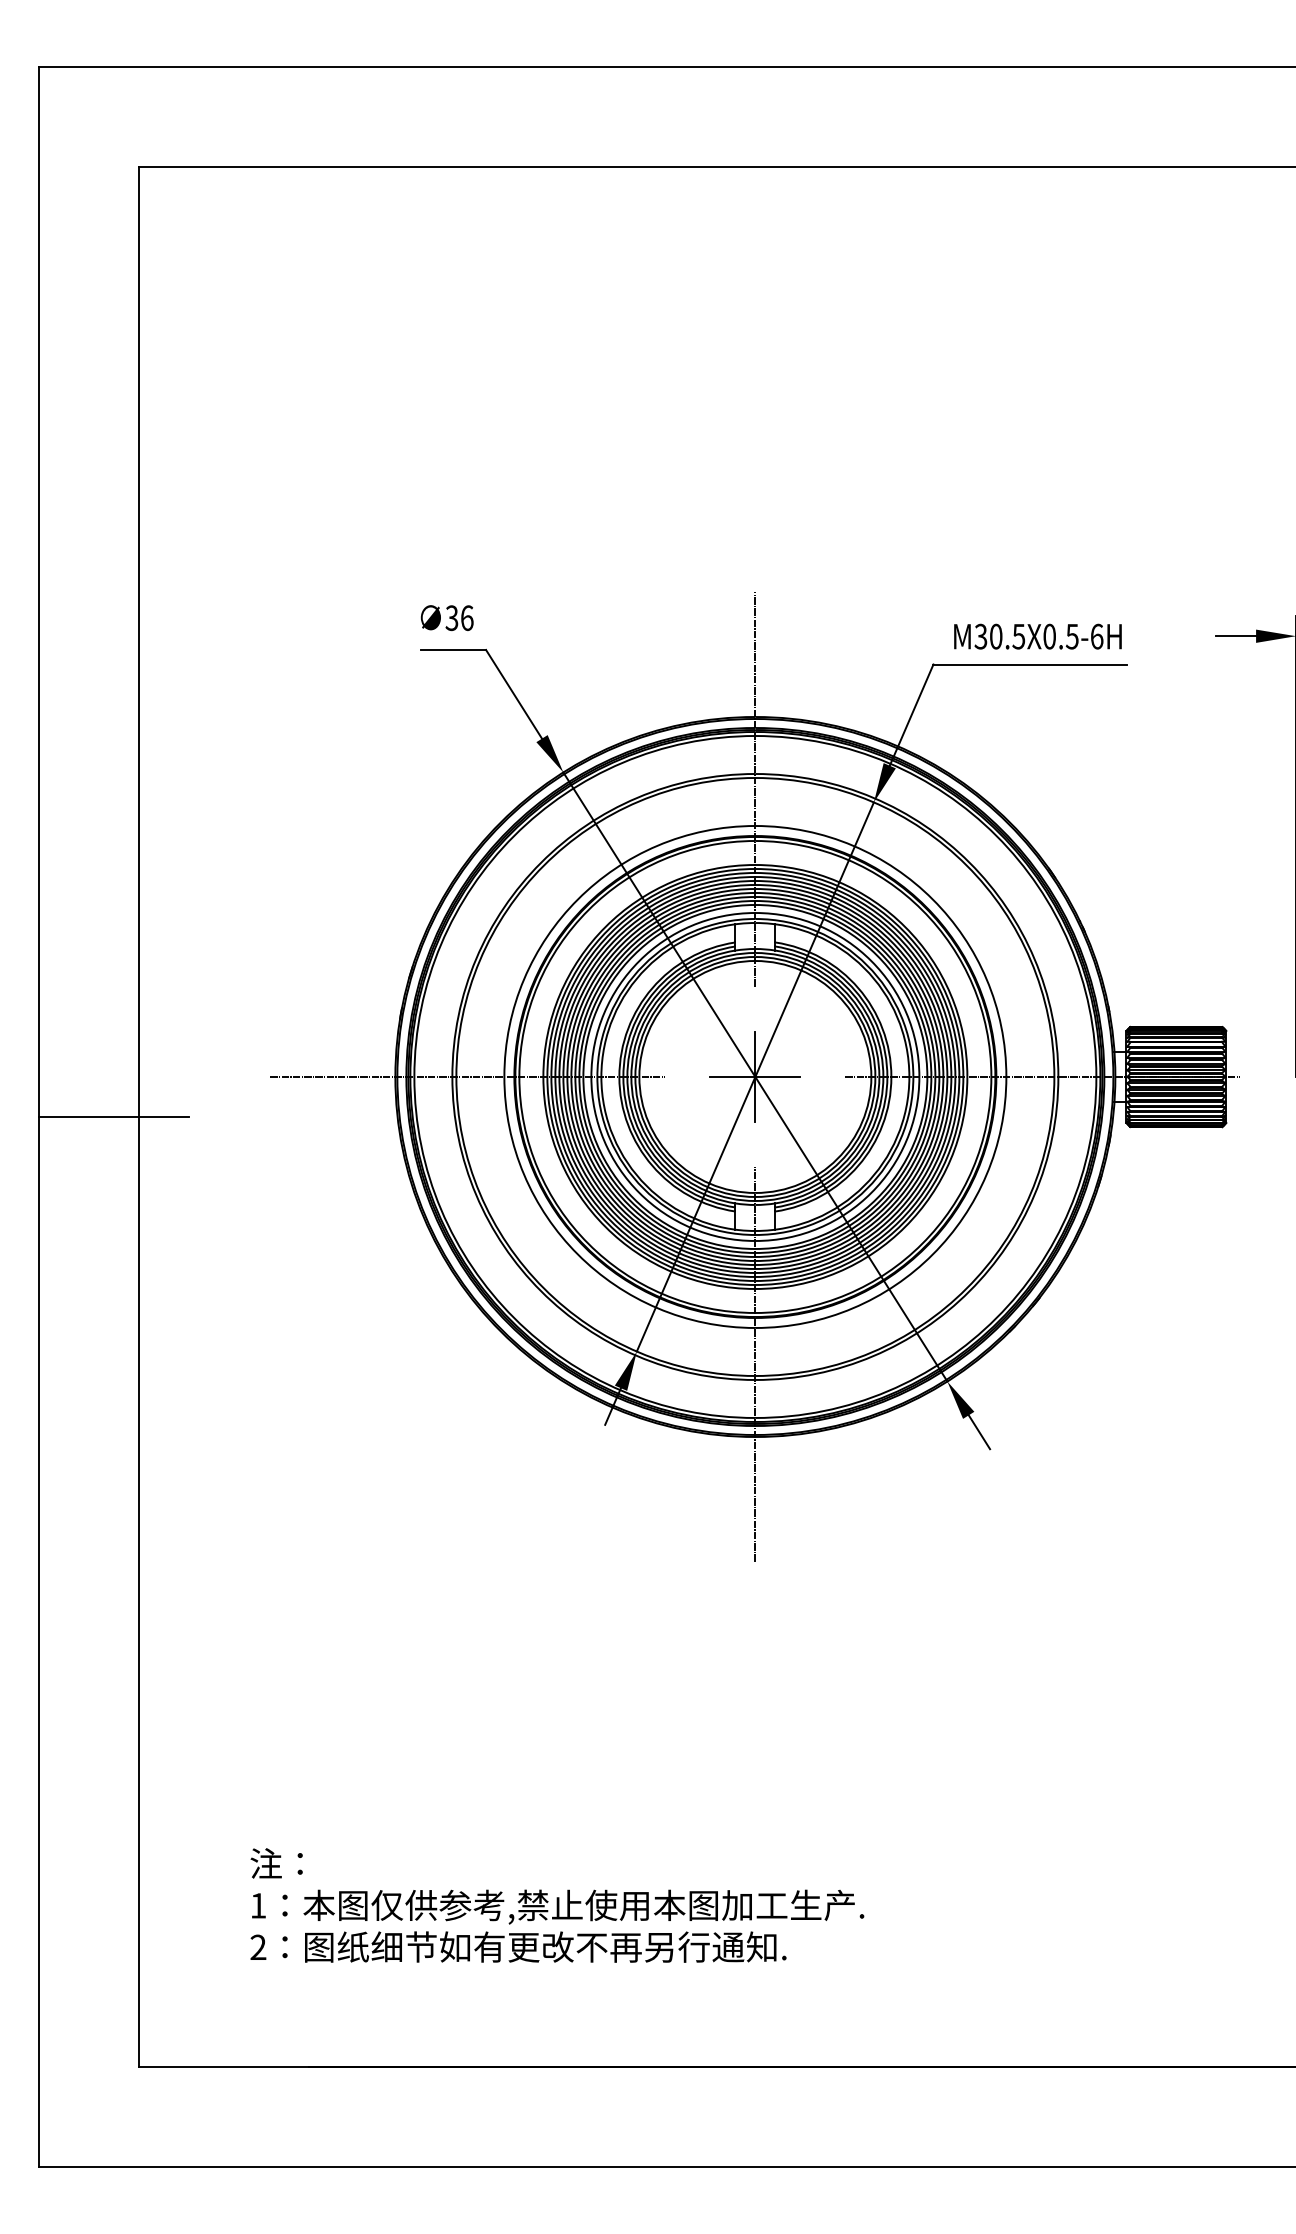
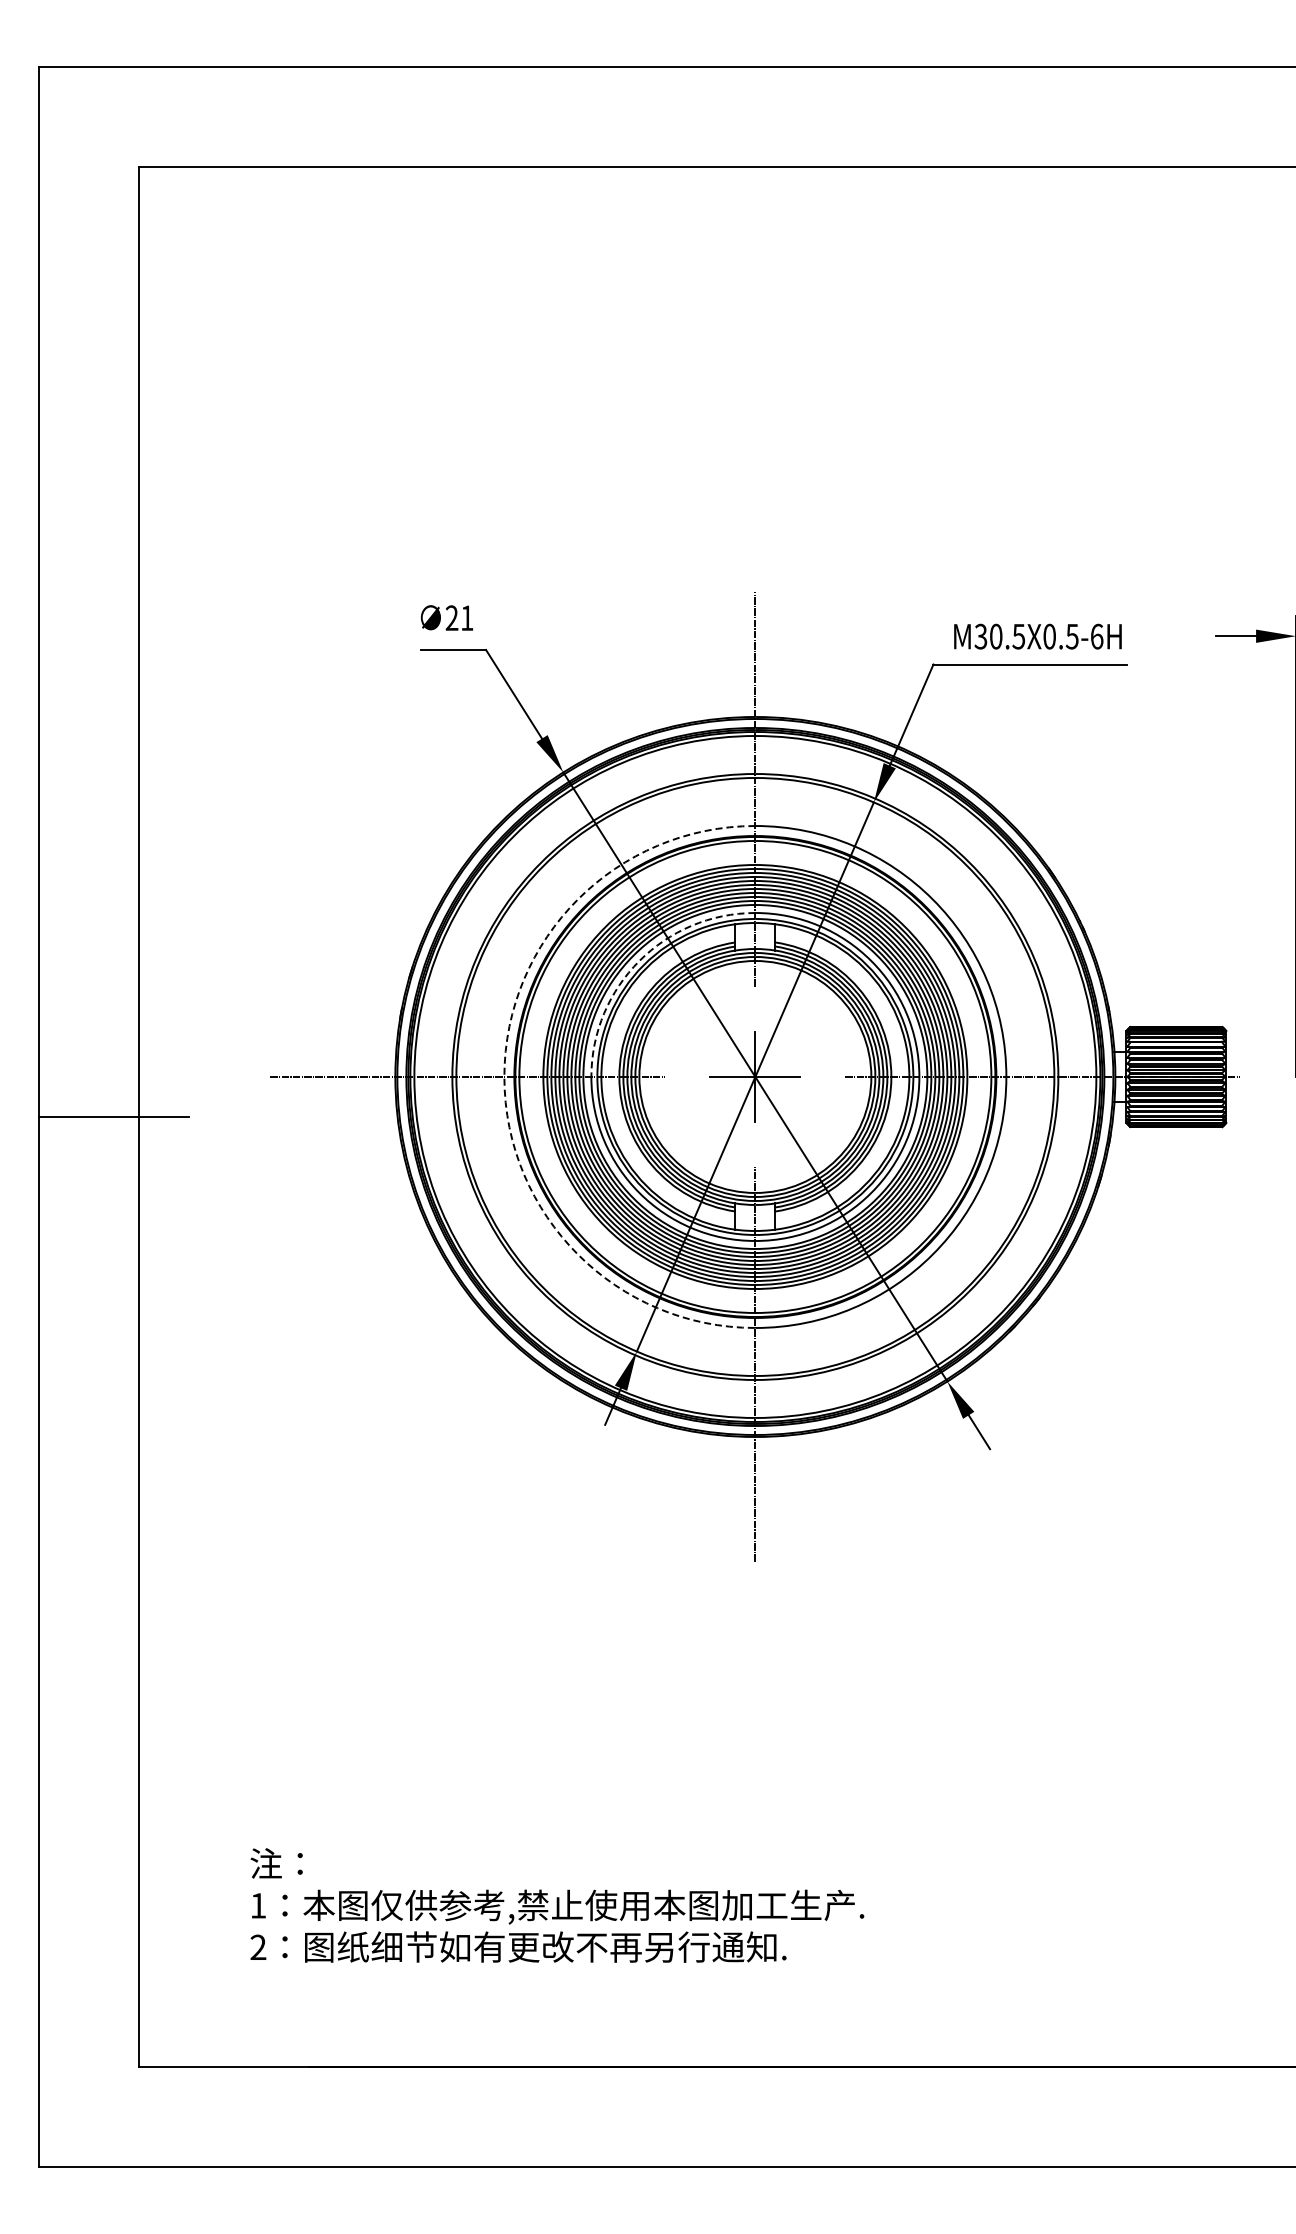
text at (459, 618): 36 -> 21
arc at (639, 961): solid -> dashed
arc at (504, 1077): solid -> dashed
